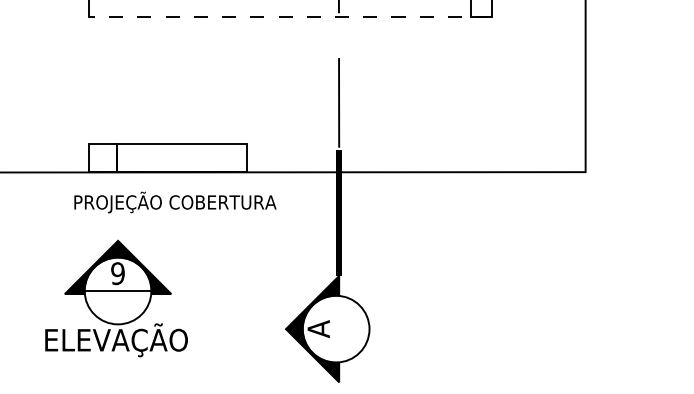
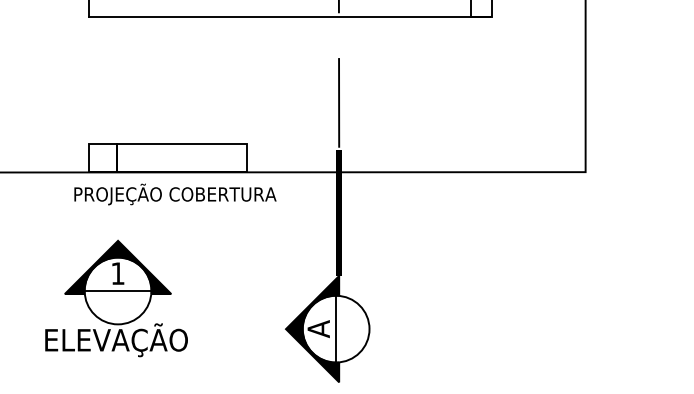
line at (289, 17): dashed -> solid
text at (175, 202) position: (175, 202) -> (175, 194)
text at (117, 273): 9 -> 1
line at (336, 328): none -> present
